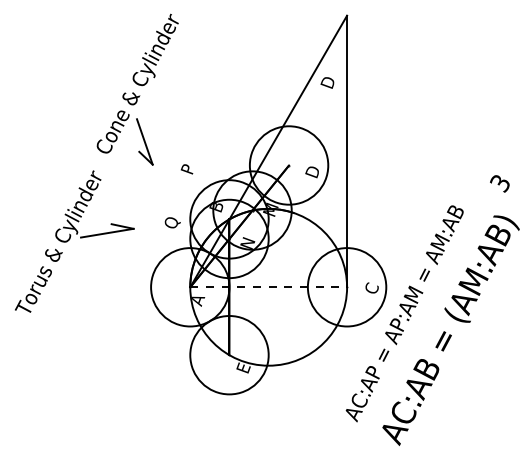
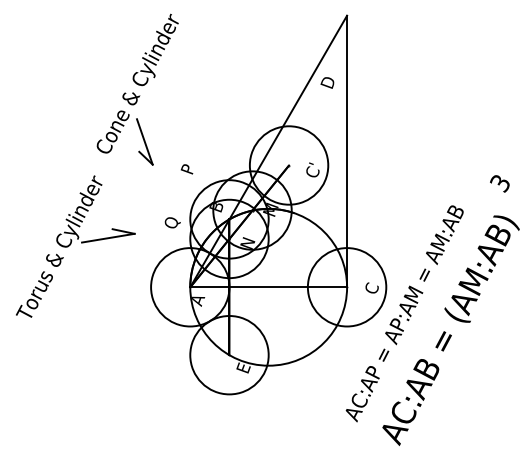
text at (312, 170): D -> C'
part at (74, 241) position: (74, 241) -> (75, 246)
line at (269, 287): dashed -> solid
